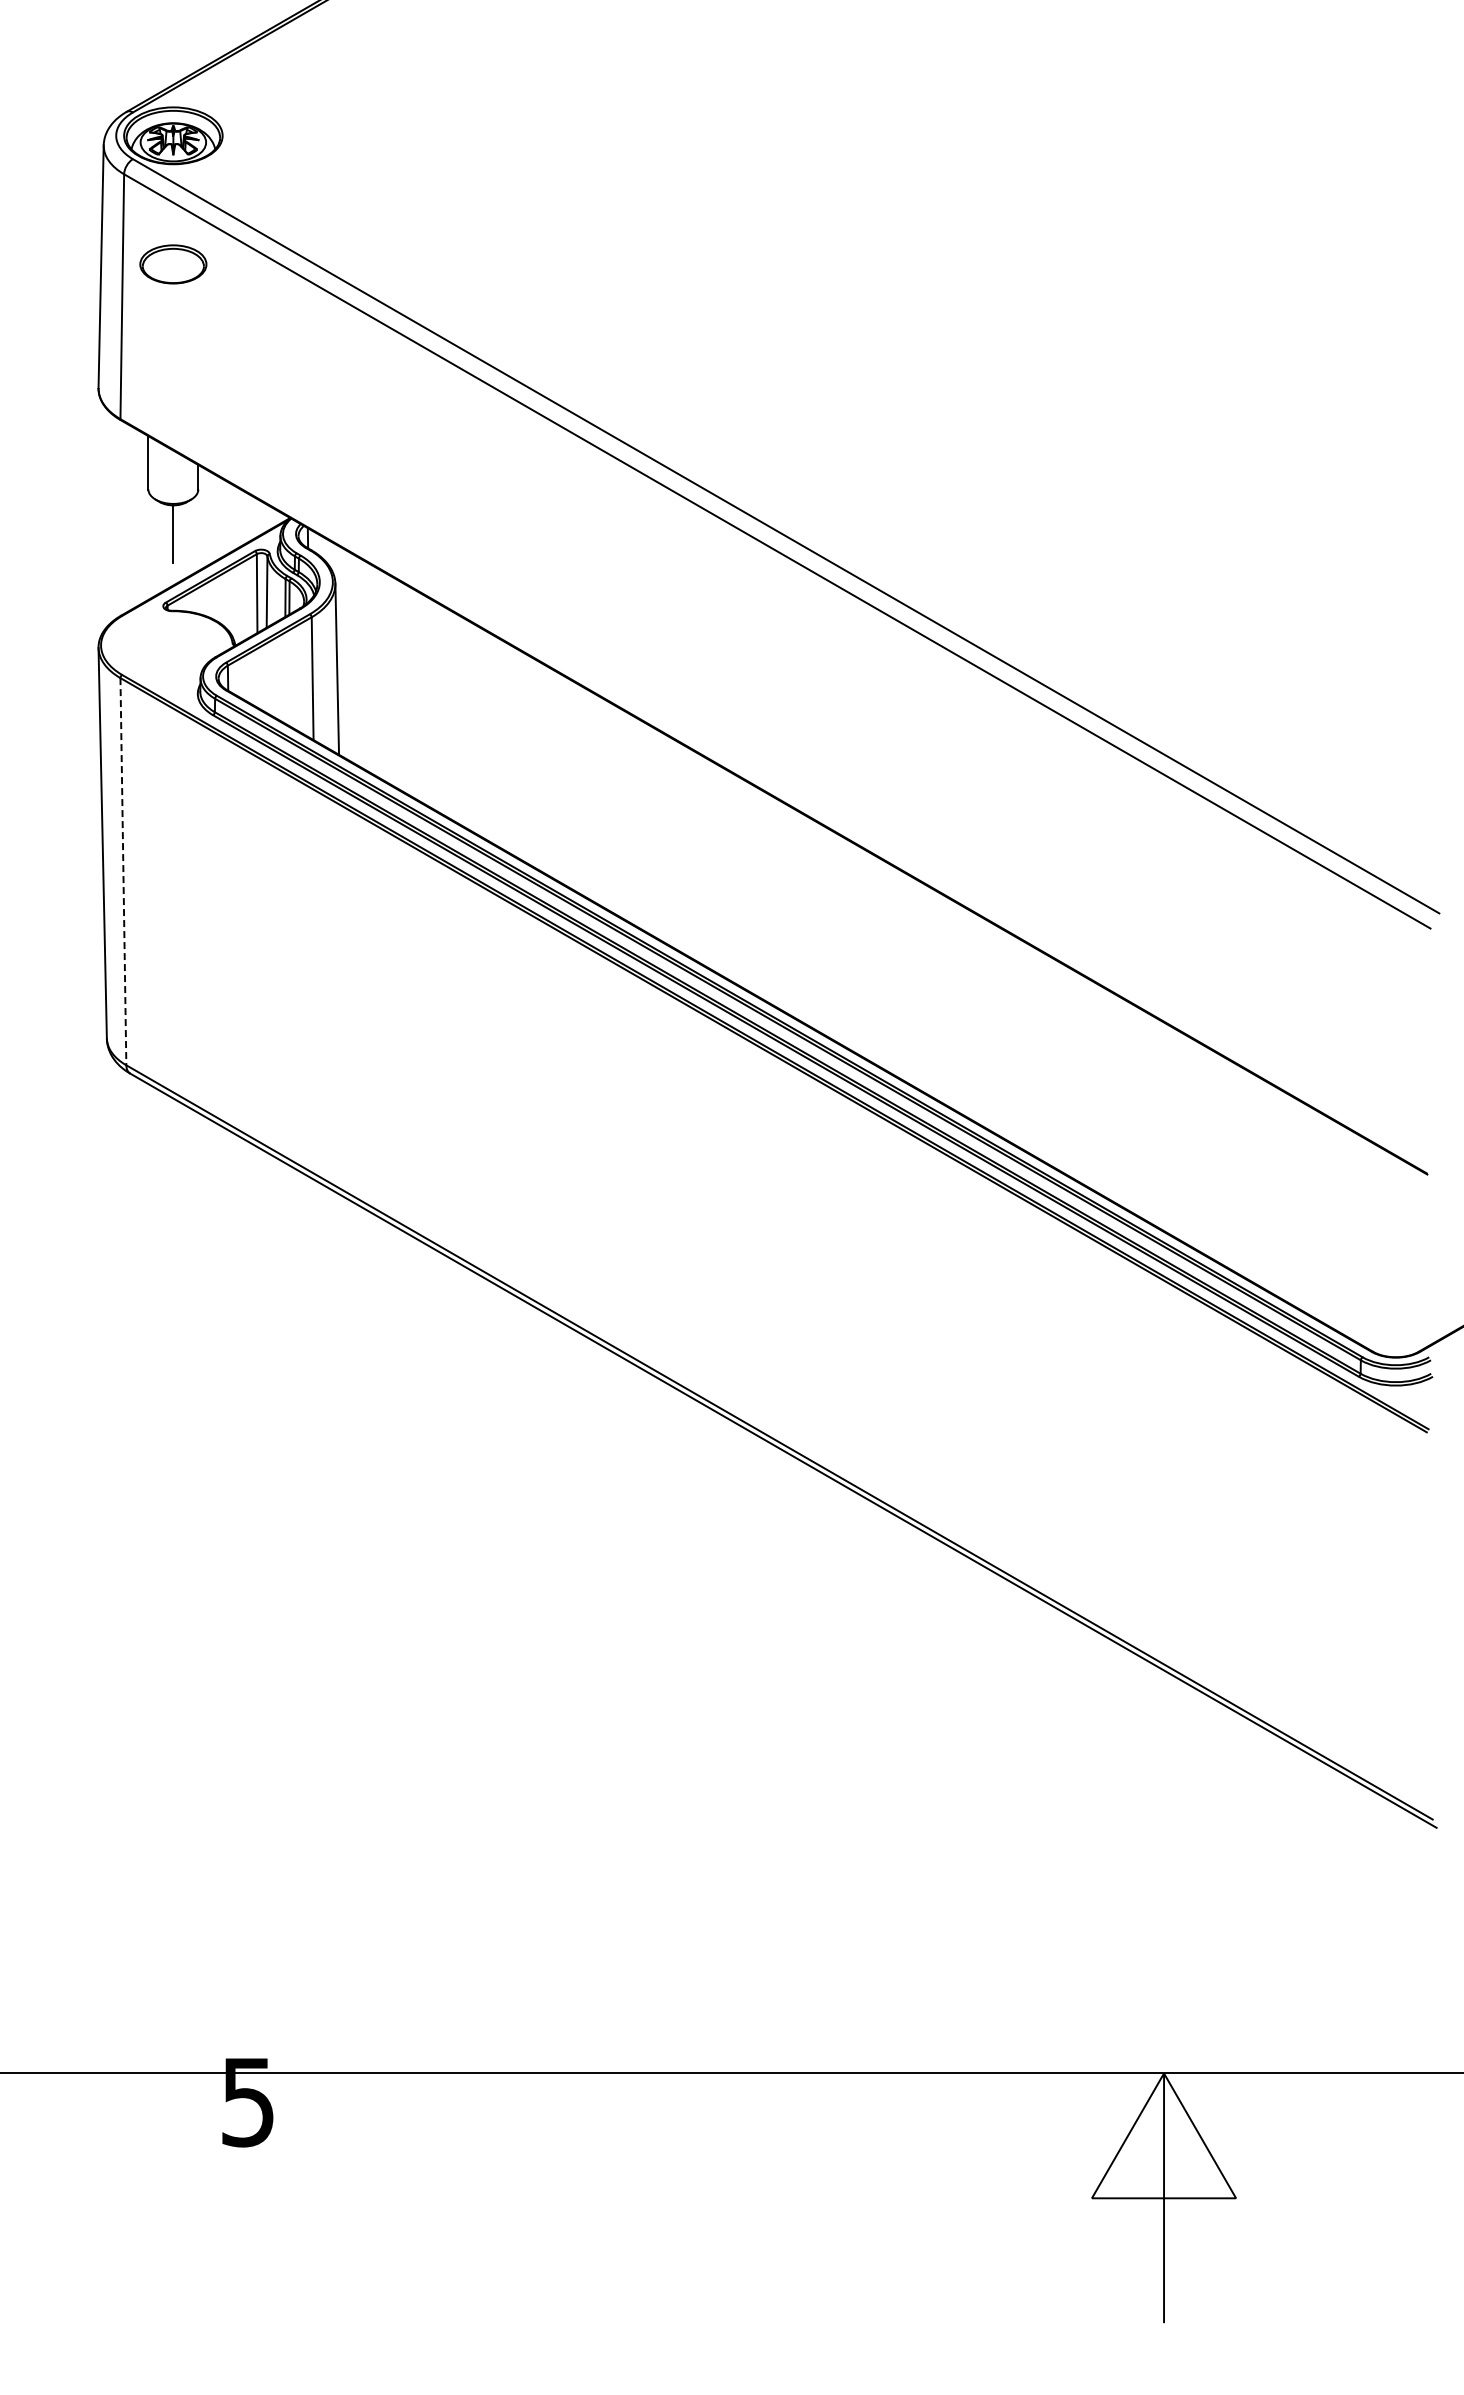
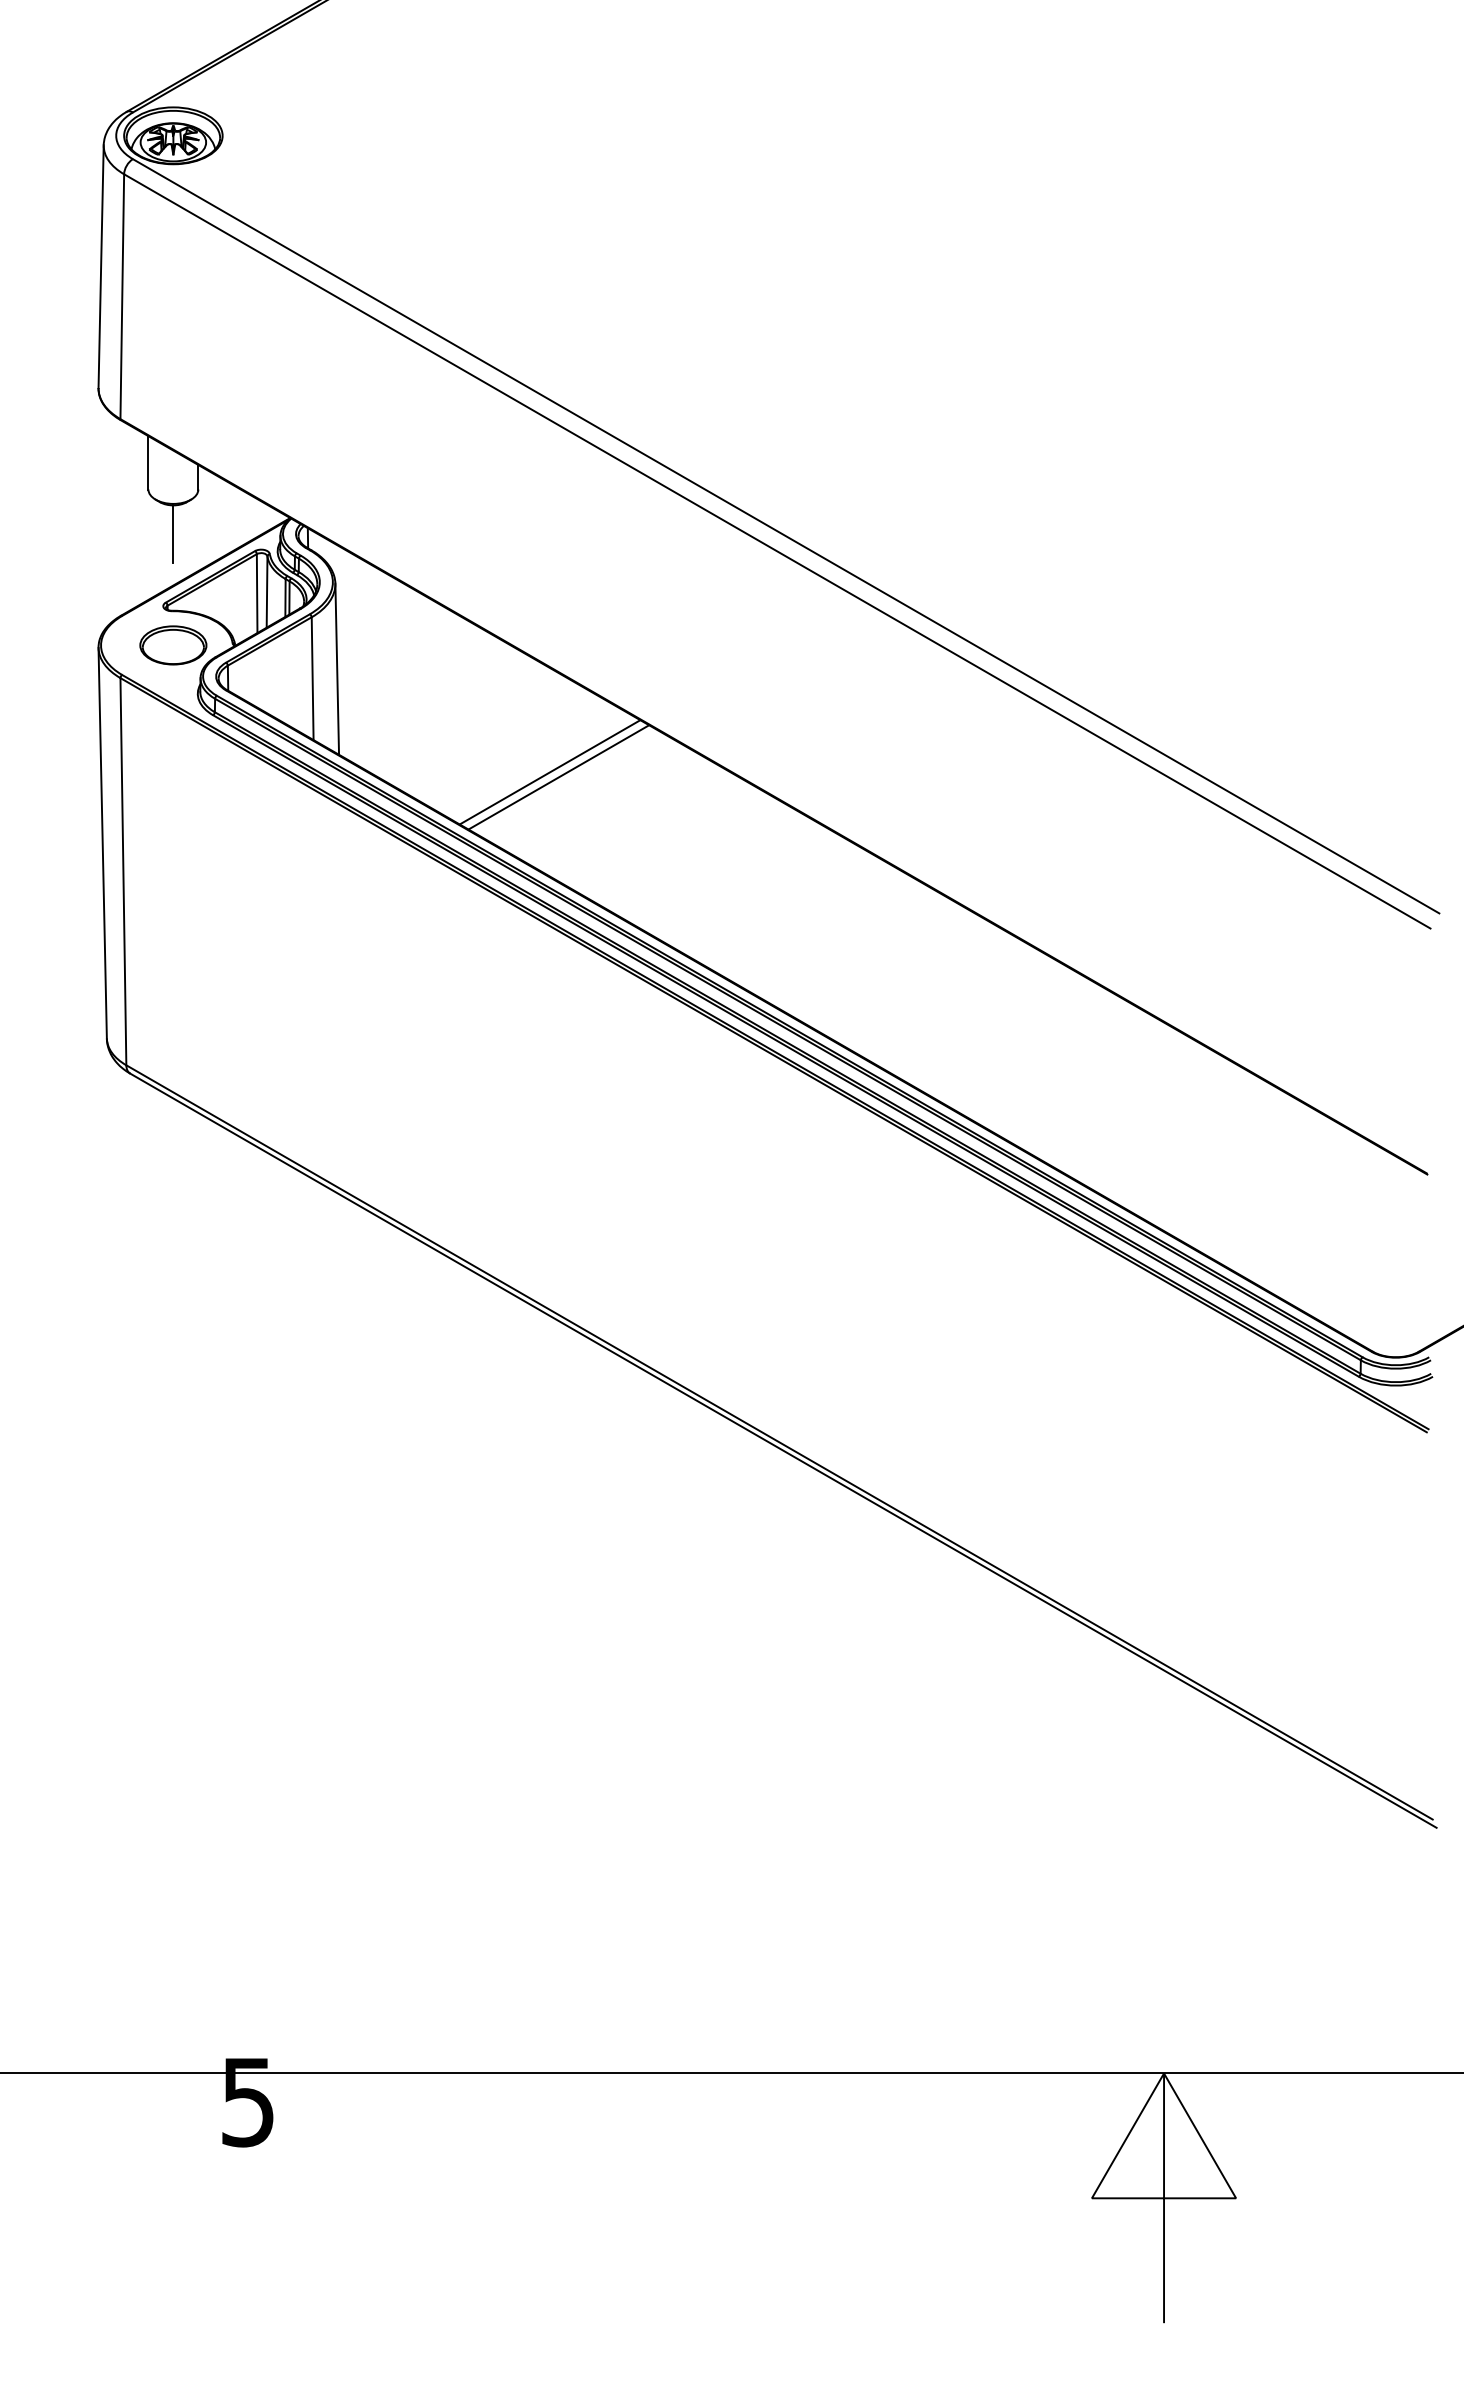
part at (173, 264) position: (173, 264) -> (173, 645)
line at (549, 772): none -> present
line at (558, 777): none -> present
line at (123, 871): dashed -> solid
